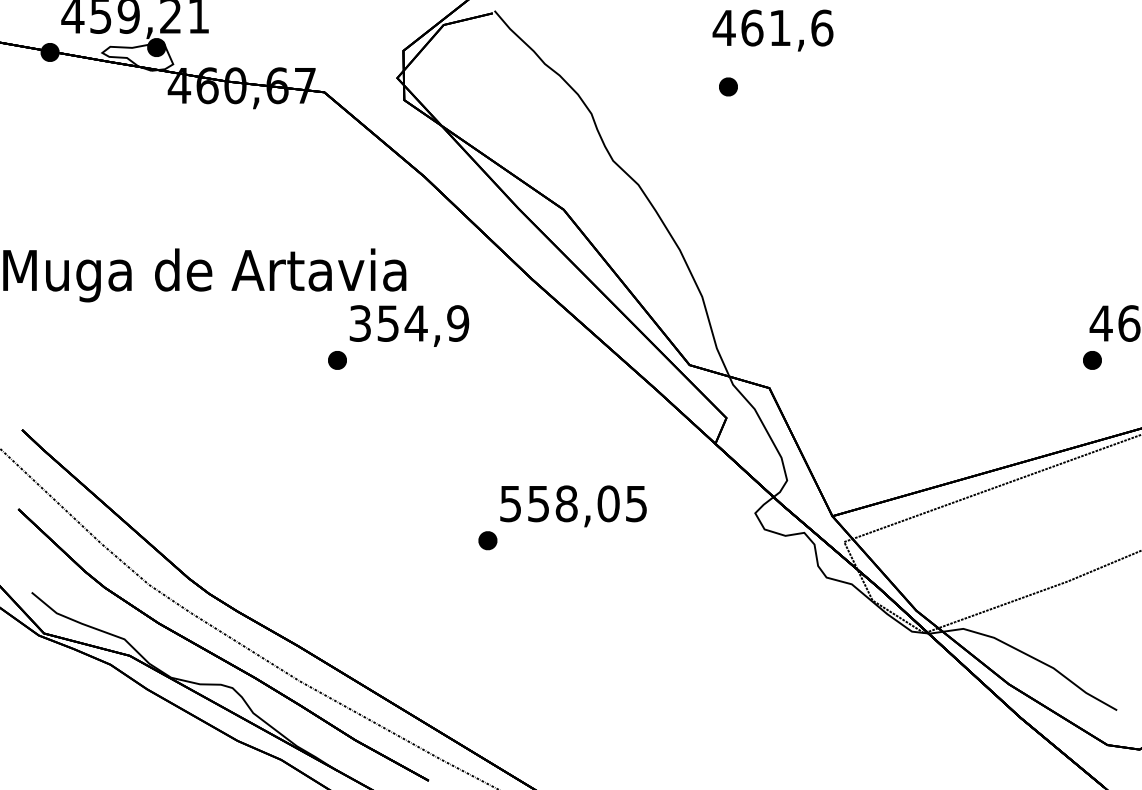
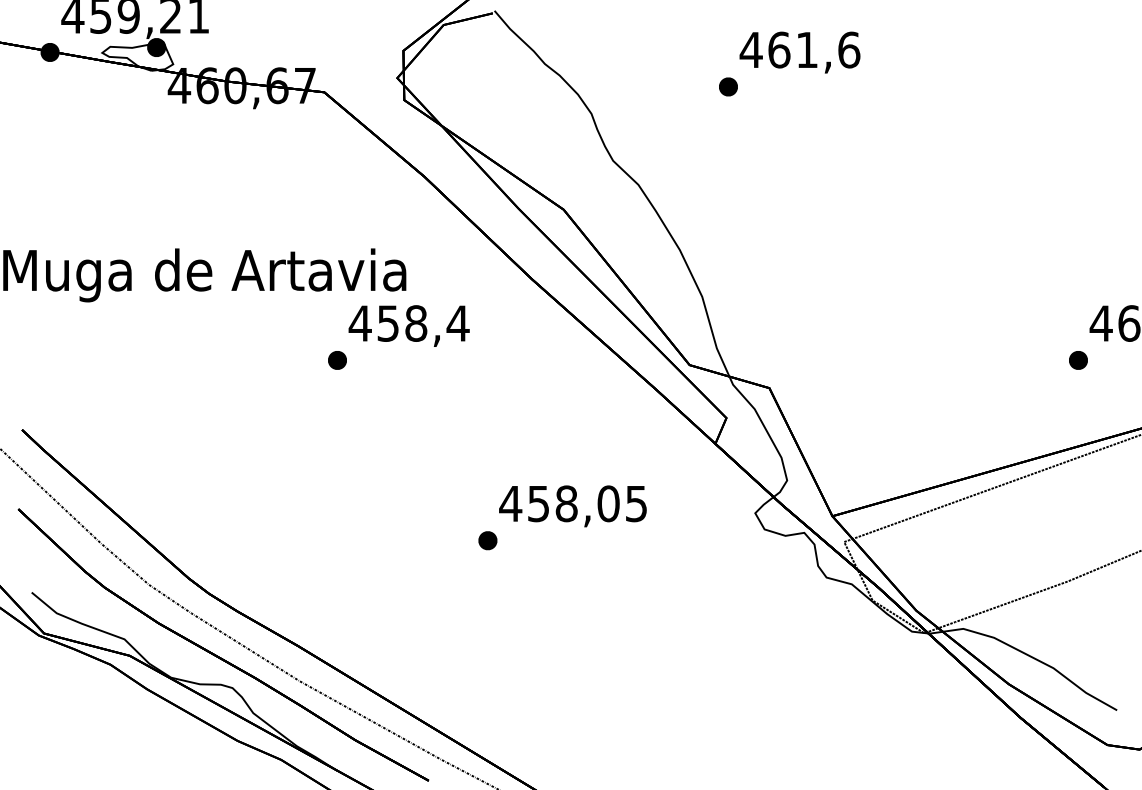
text at (772, 30) position: (772, 30) -> (799, 52)
text at (408, 323): 354,9 -> 458,4
part at (1092, 360) position: (1092, 360) -> (1078, 360)
text at (510, 504): 558,05 -> 458,05
